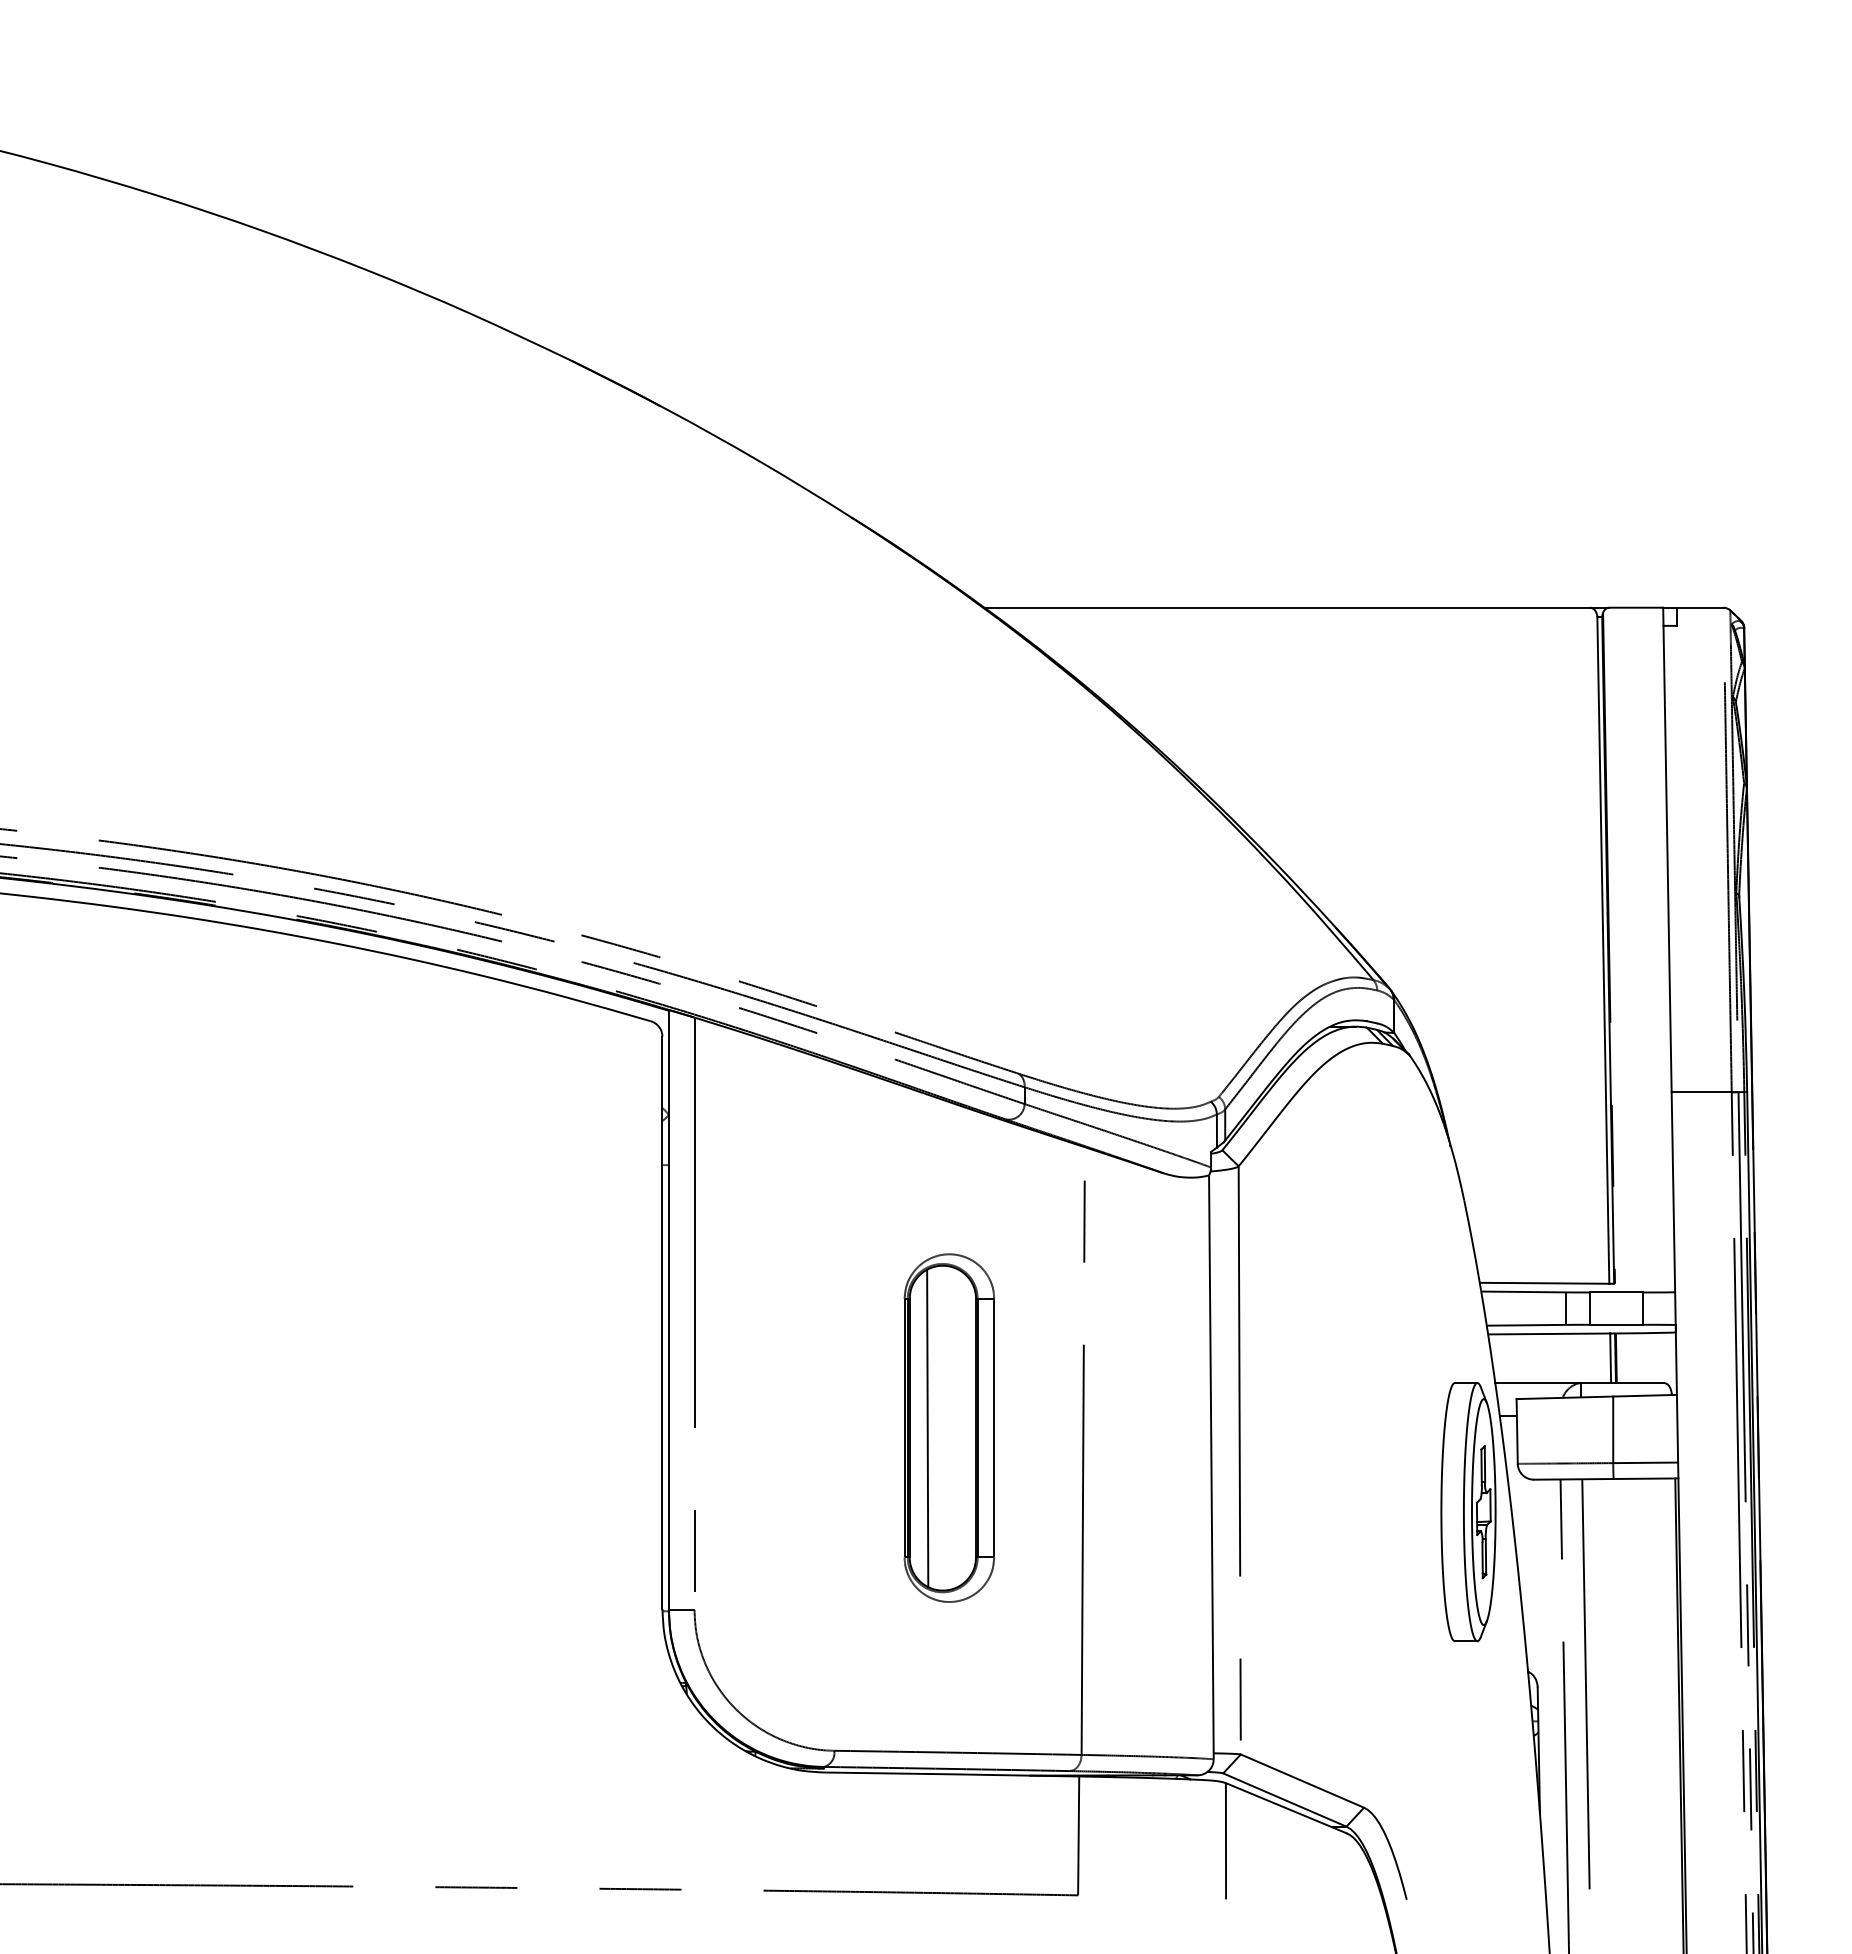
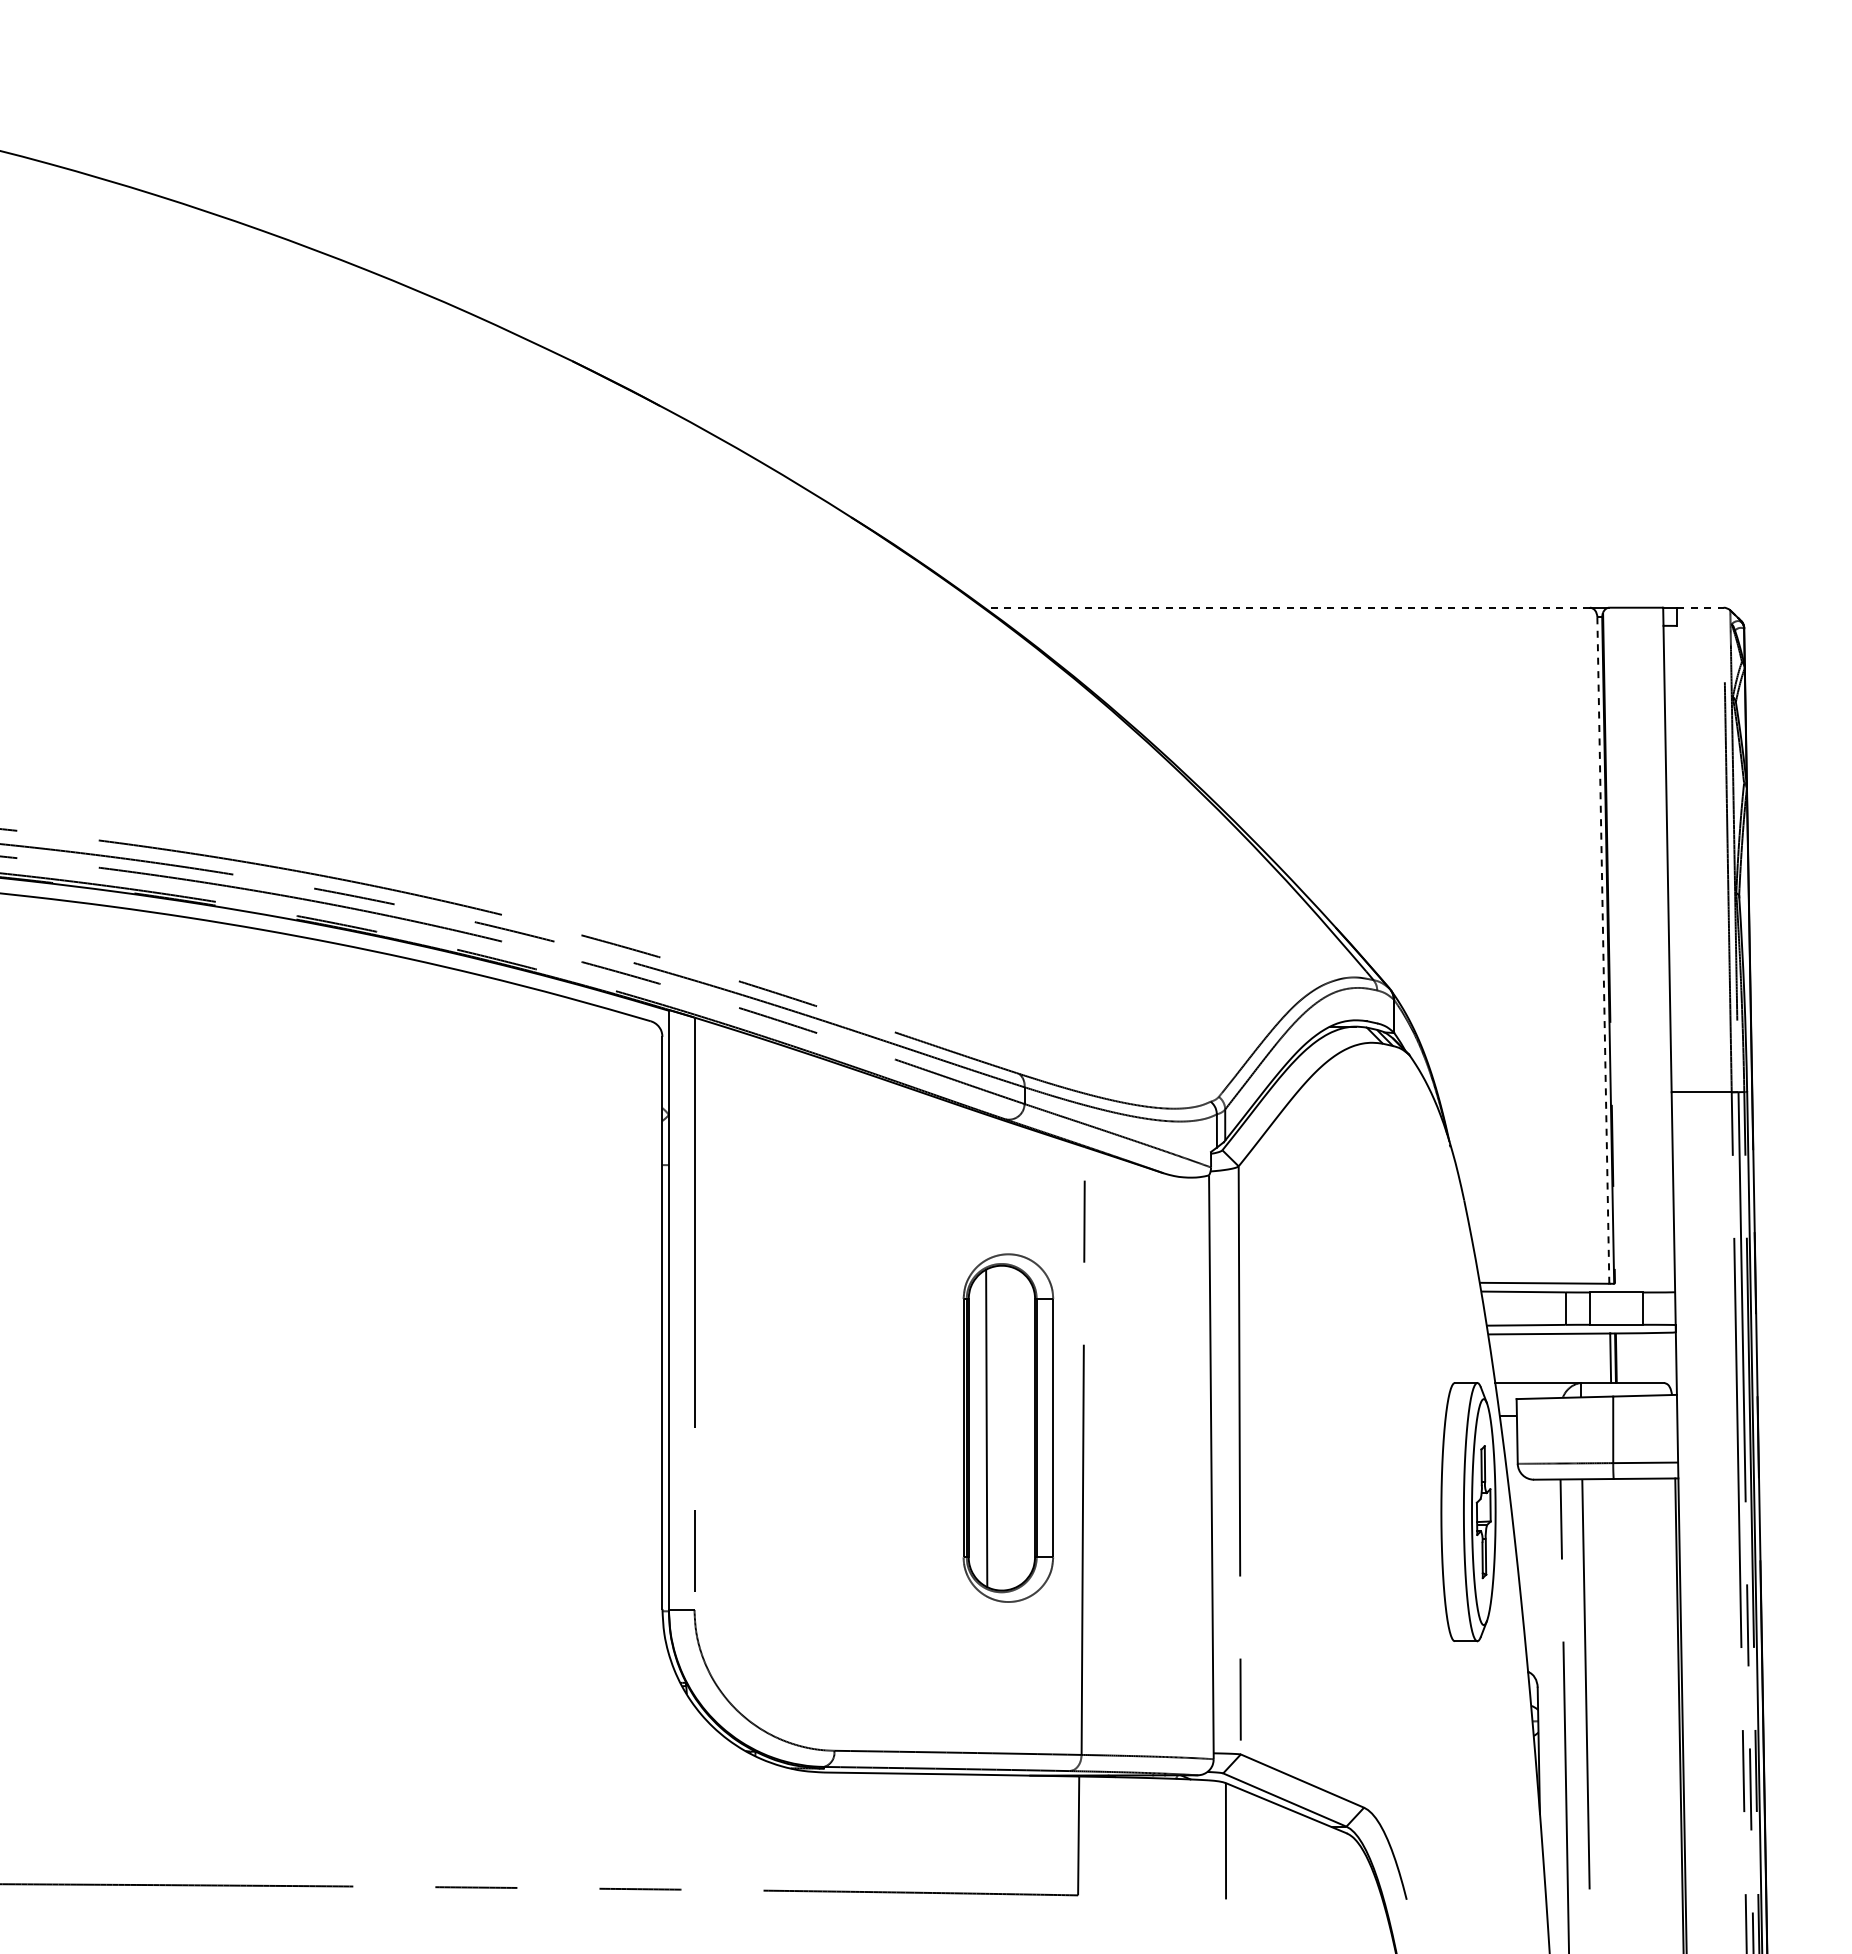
line at (1287, 607): solid -> dashed
line at (1700, 607): solid -> dashed
line at (1603, 951): solid -> dashed
part at (949, 1427) position: (949, 1427) -> (1008, 1427)
